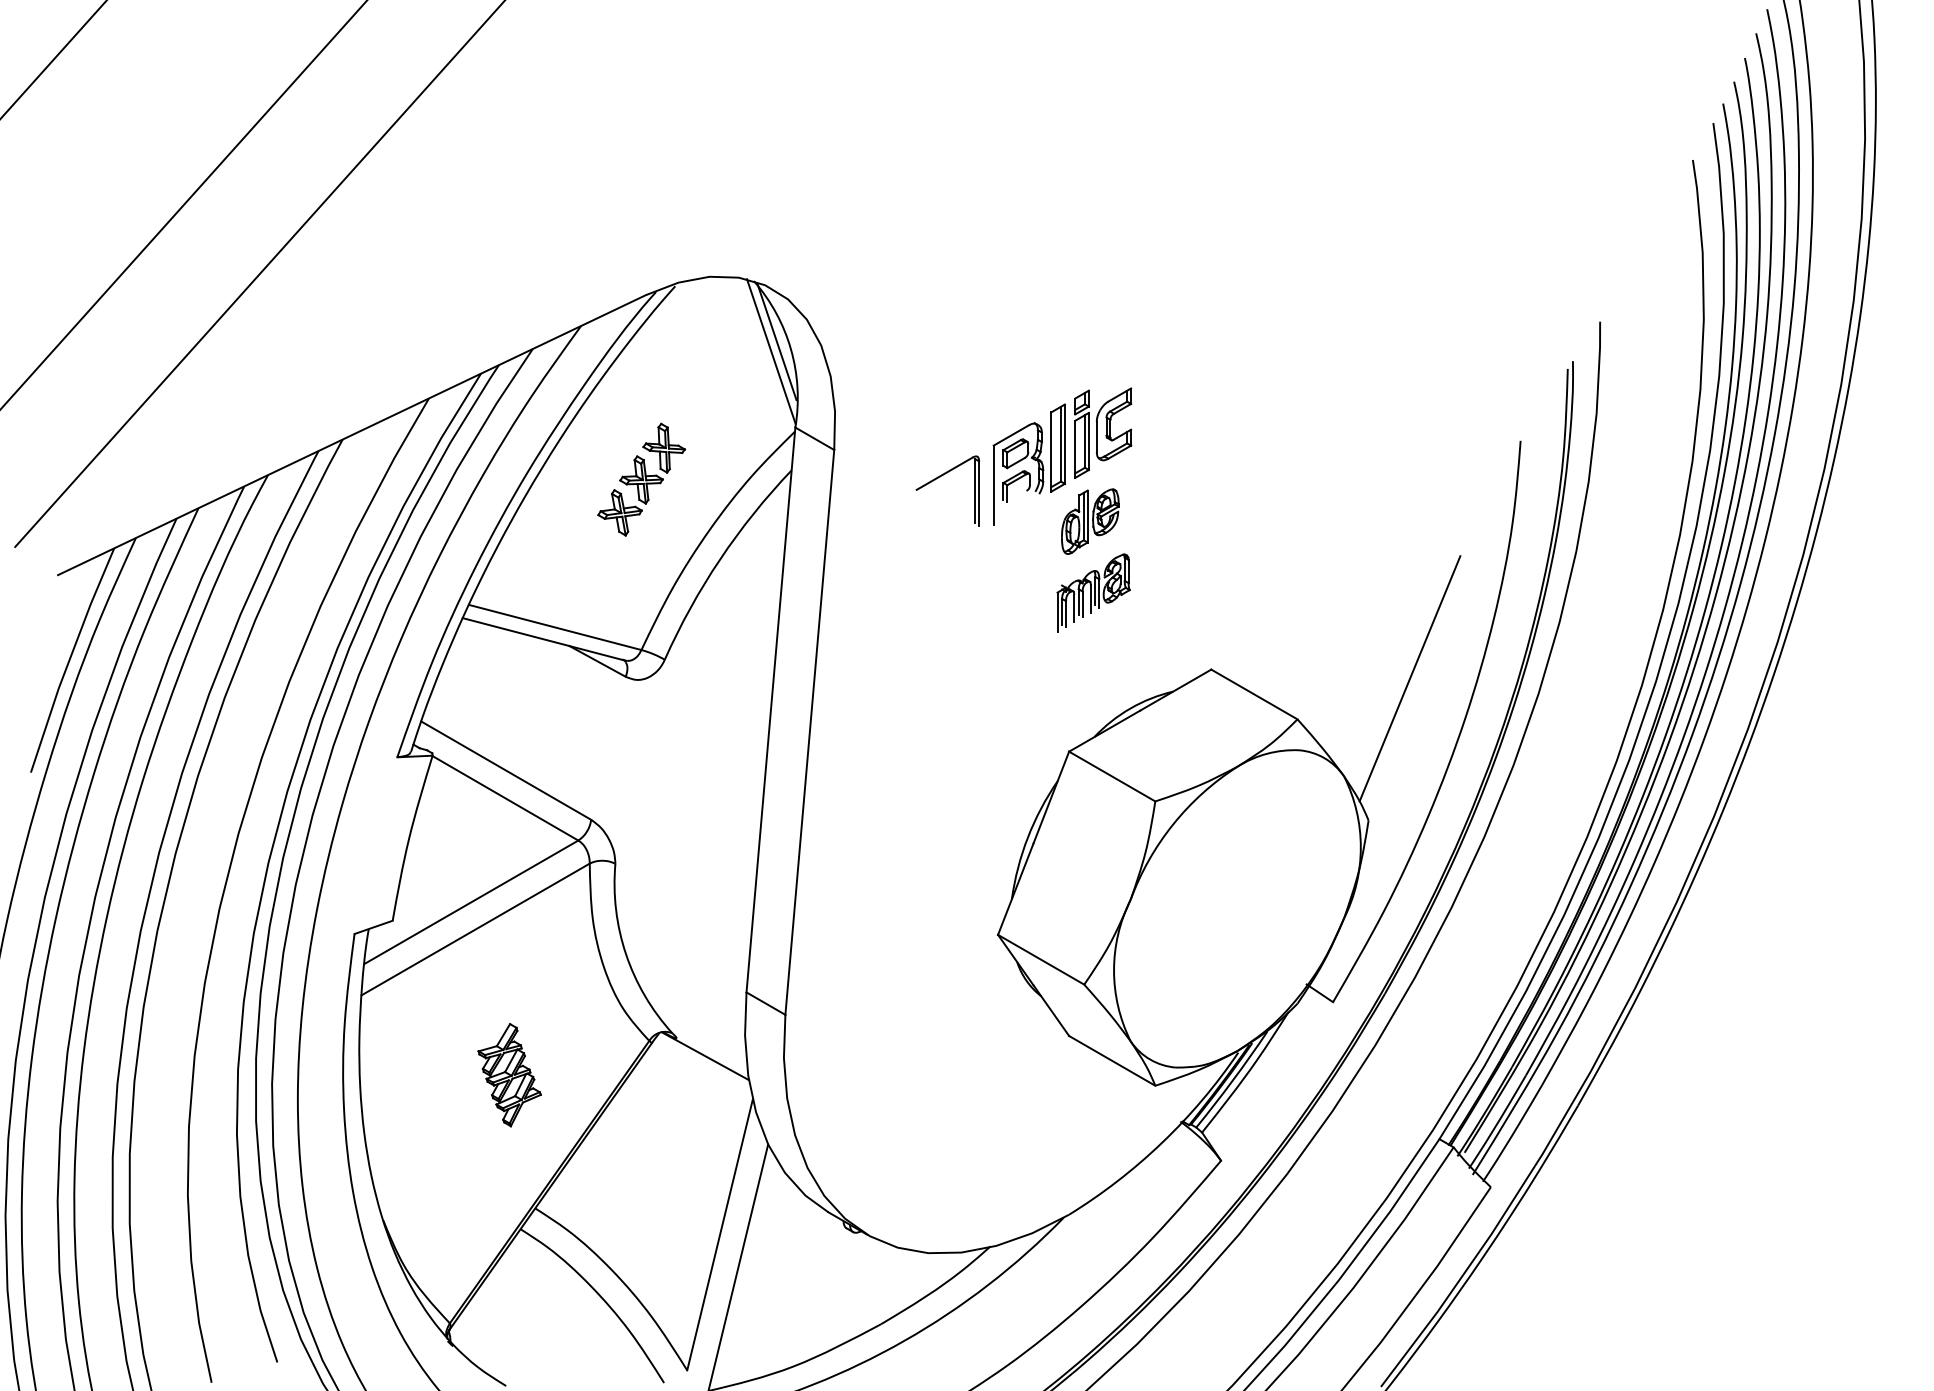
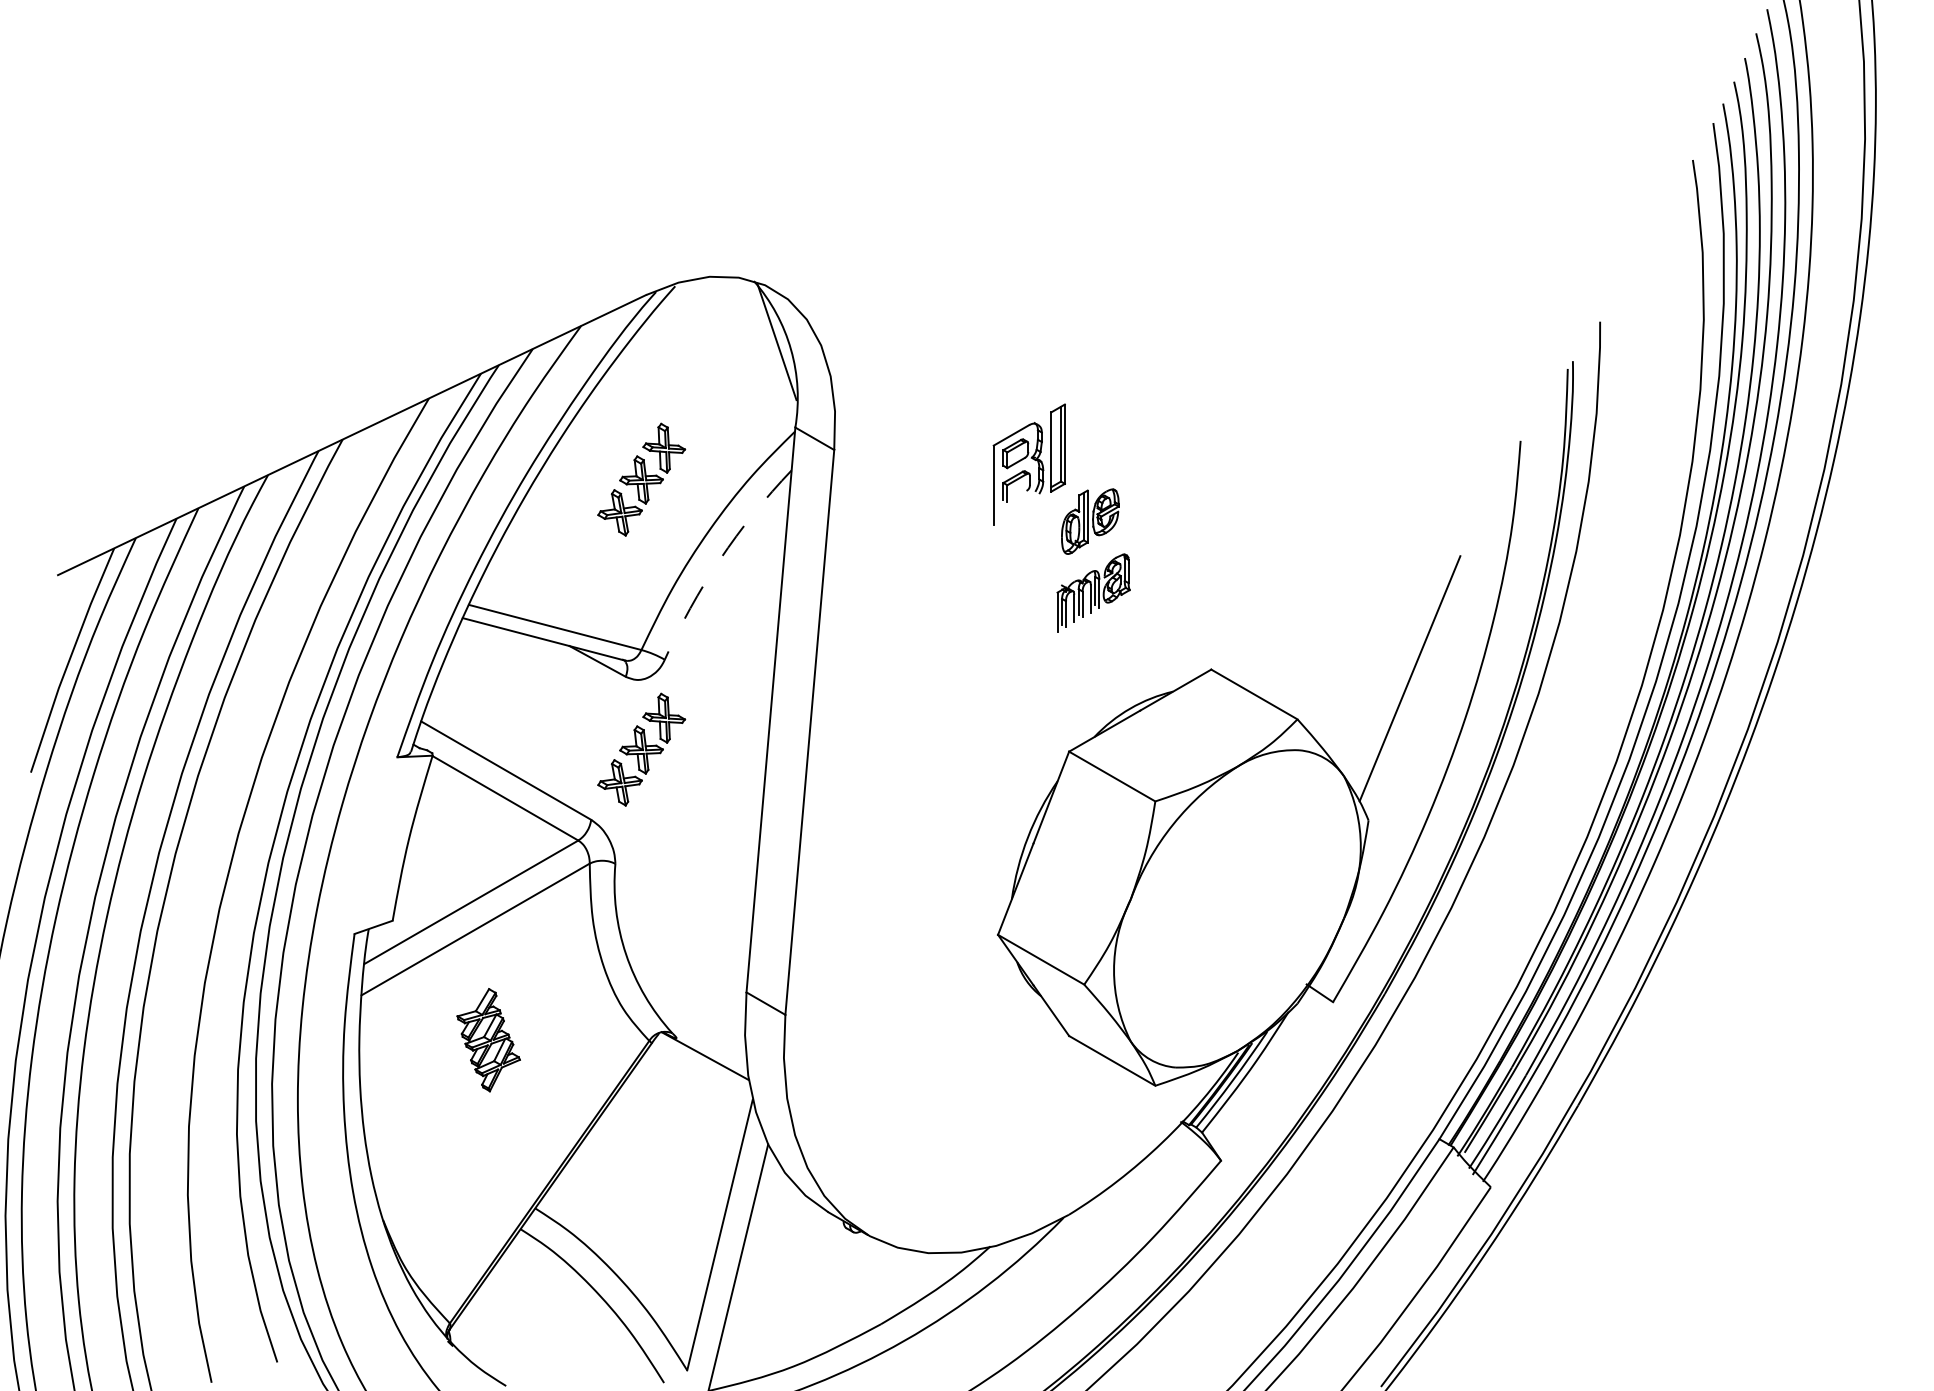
line at (53, 59): present -> none
line at (183, 204): present -> none
line at (259, 274): present -> none
line at (771, 351): present -> none
part at (1103, 432): present -> none
part at (940, 477): present -> none
arc at (720, 559): solid -> dashed
part at (641, 749): none -> present
part at (509, 1075) position: (509, 1075) -> (488, 1040)
